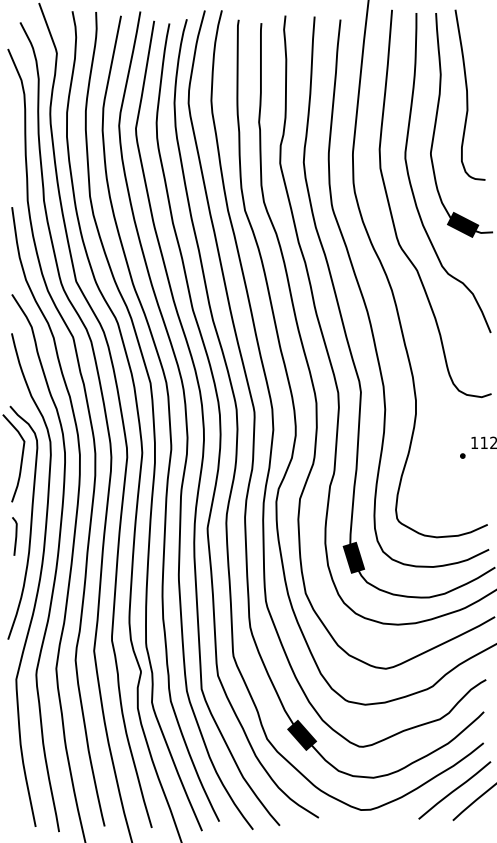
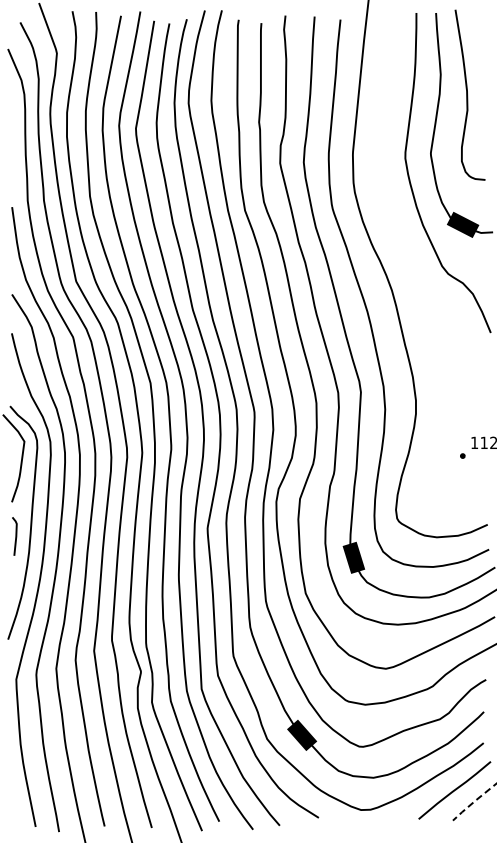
curve at (391, 209): present -> none
line at (473, 802): solid -> dashed
